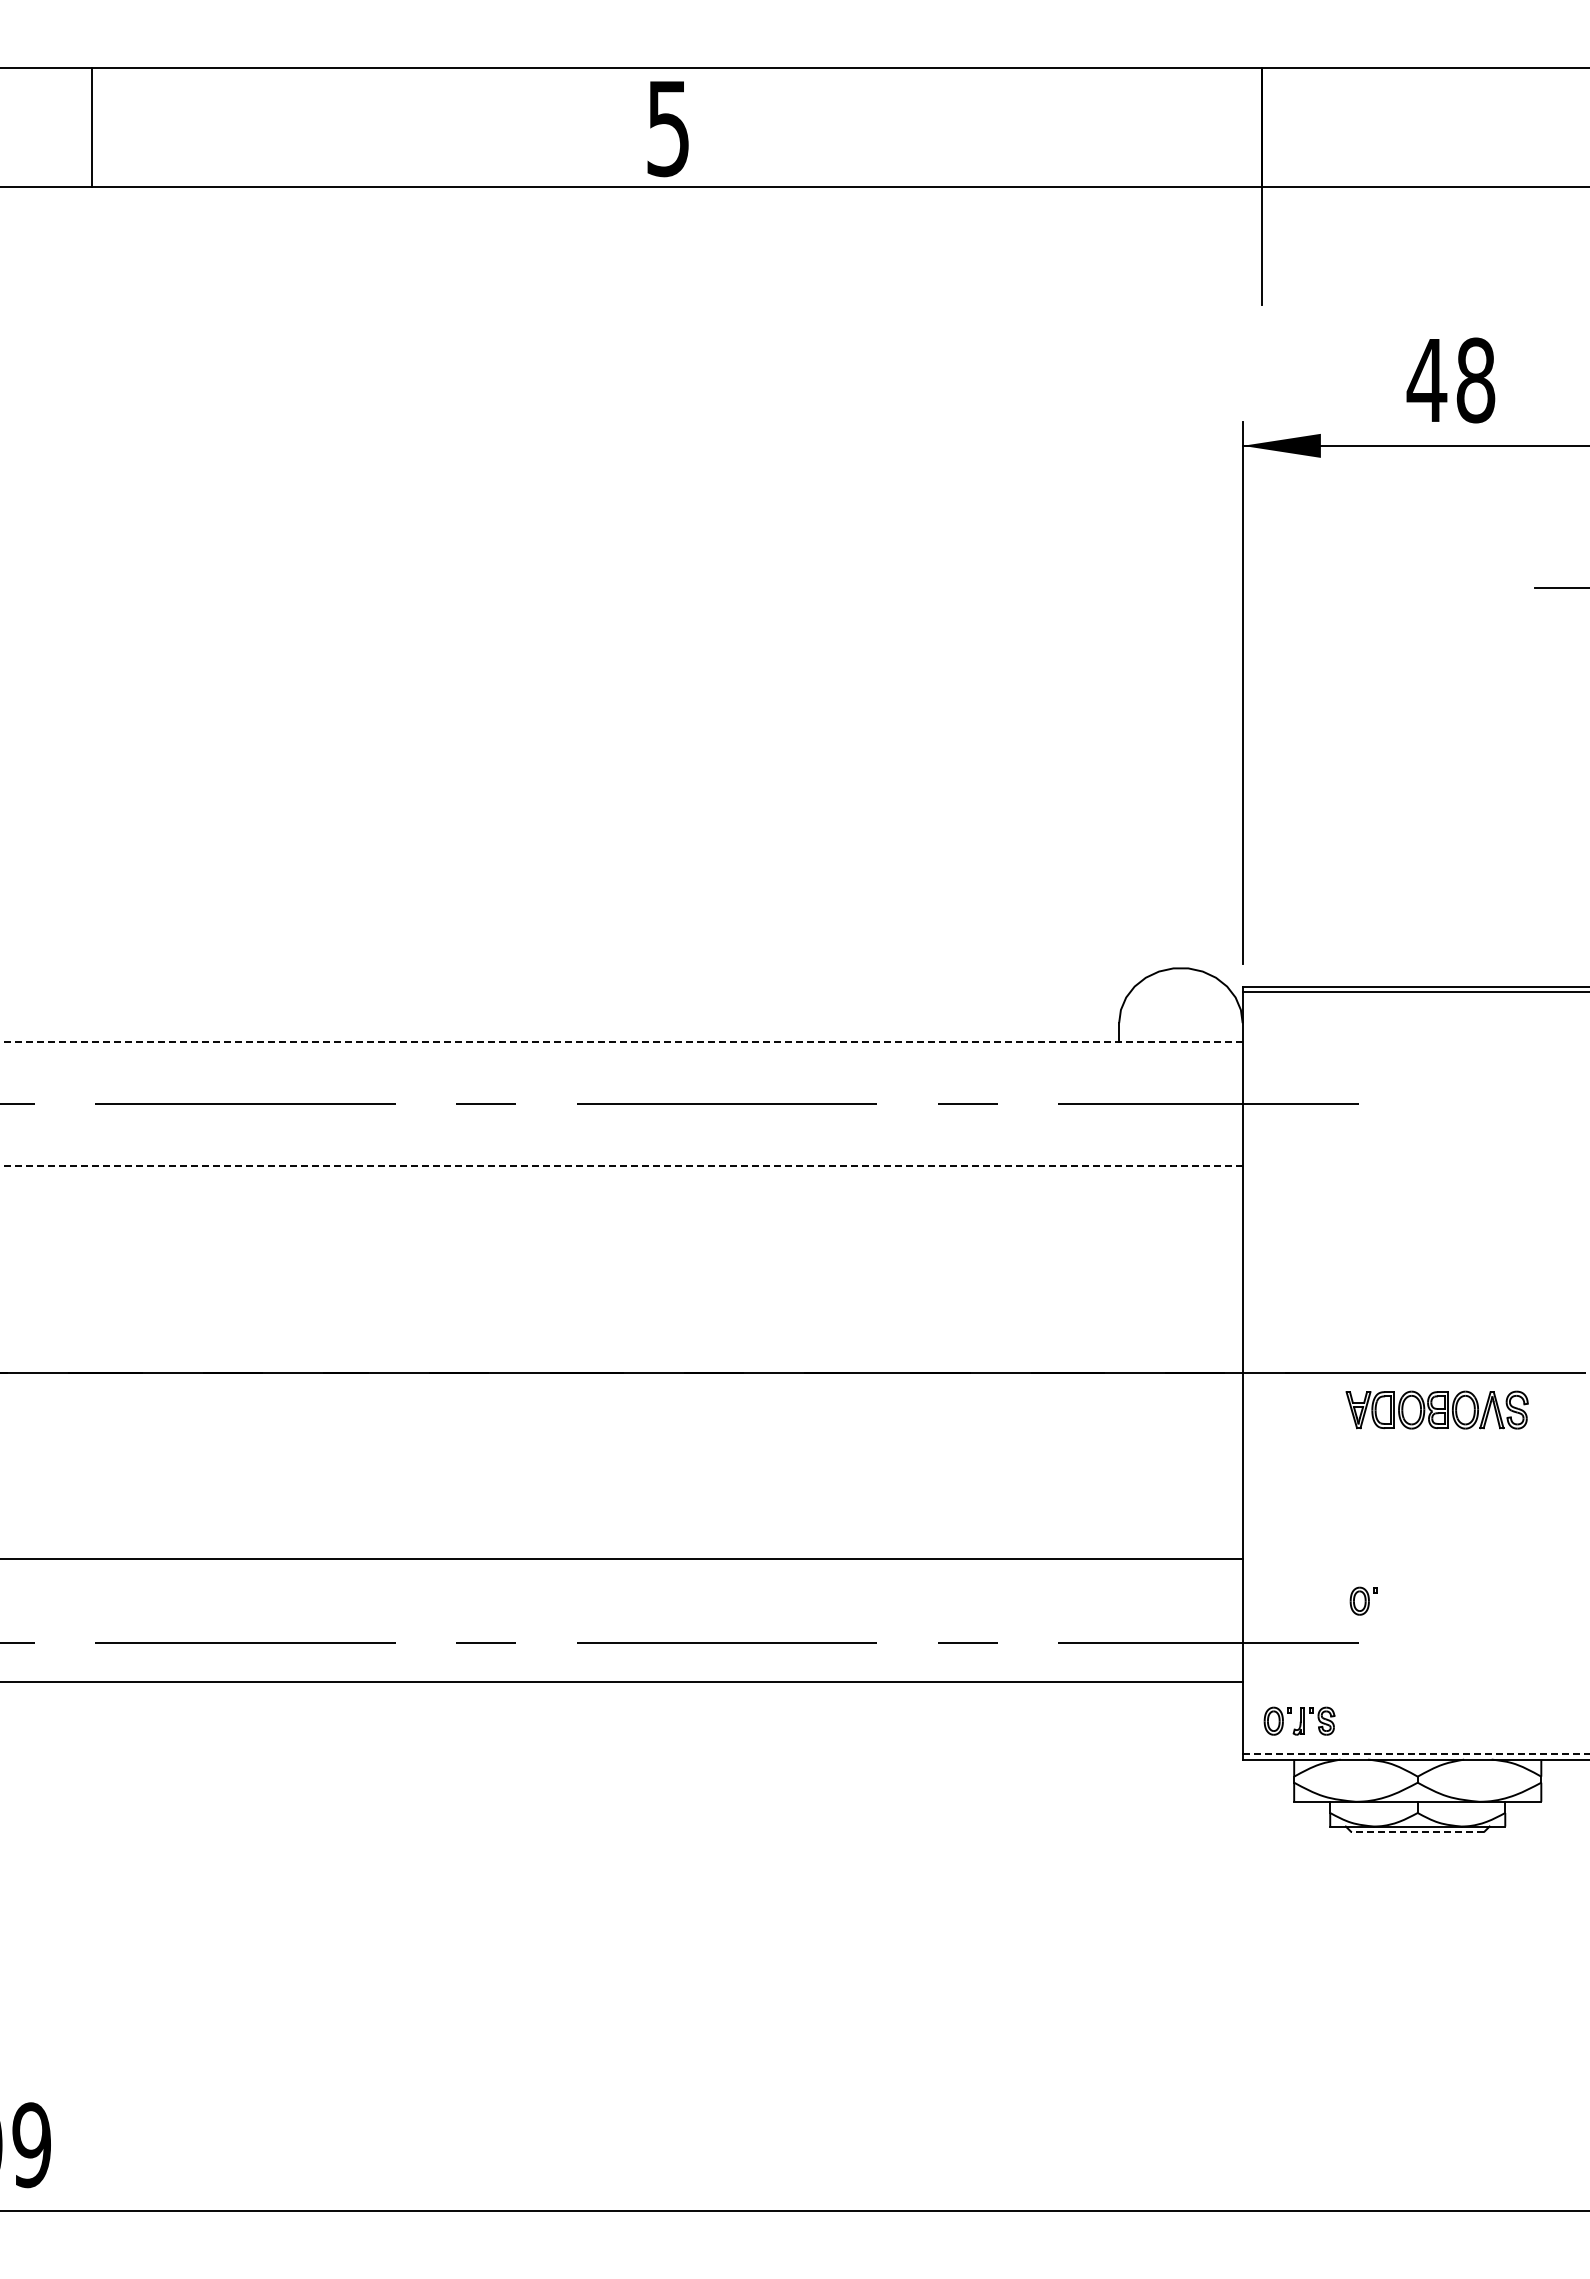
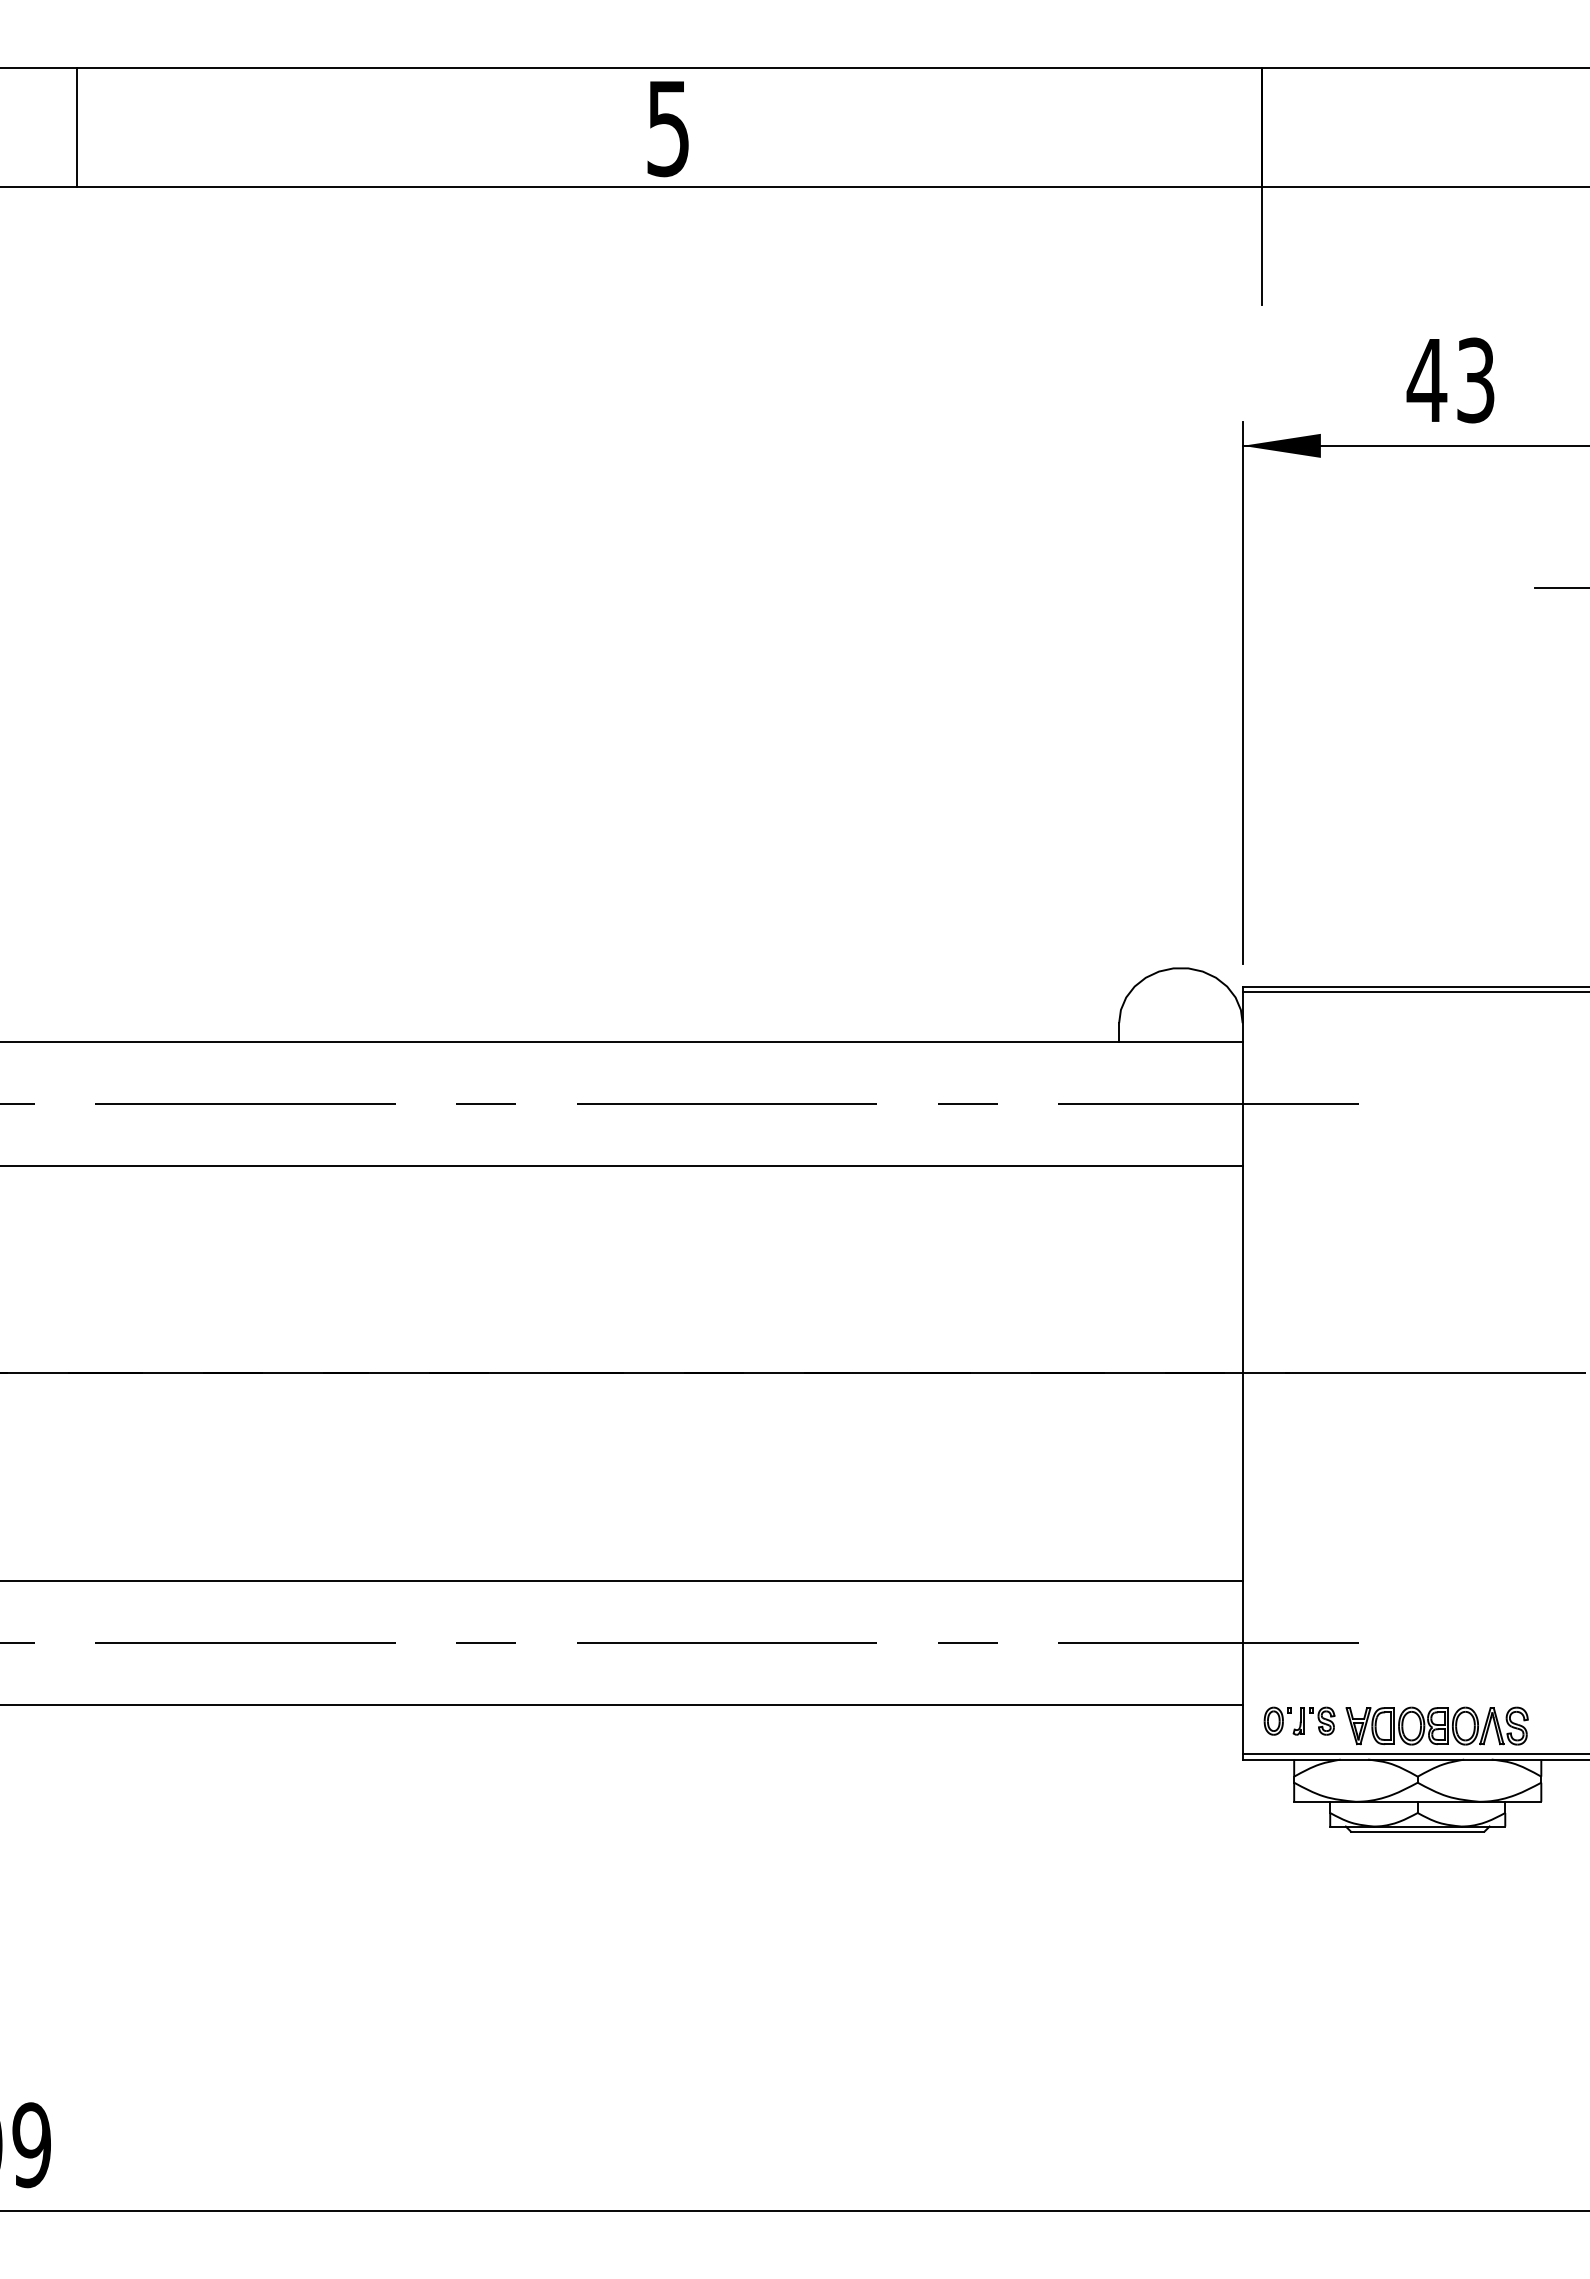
line at (92, 127) position: (92, 127) -> (77, 127)
text at (1475, 380): 48 -> 43
line at (621, 1042): dashed -> solid
line at (621, 1165): dashed -> solid
part at (1436, 1409) position: (1436, 1409) -> (1436, 1725)
line at (622, 1558) position: (622, 1558) -> (622, 1580)
part at (1363, 1600): present -> none
line at (622, 1681) position: (622, 1681) -> (622, 1704)
line at (1416, 1754): dashed -> solid
line at (1417, 1831): dashed -> solid
